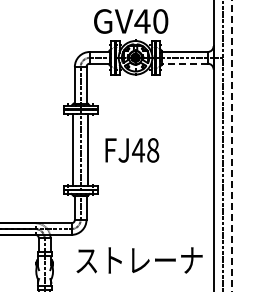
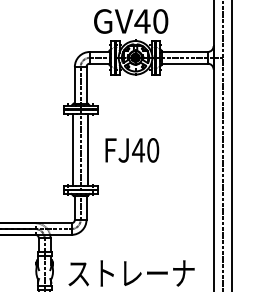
line at (184, 63): dashed -> solid
line at (231, 145): dashed -> solid
text at (153, 150): FJ48 -> FJ40
text at (139, 260) position: (139, 260) -> (131, 273)
